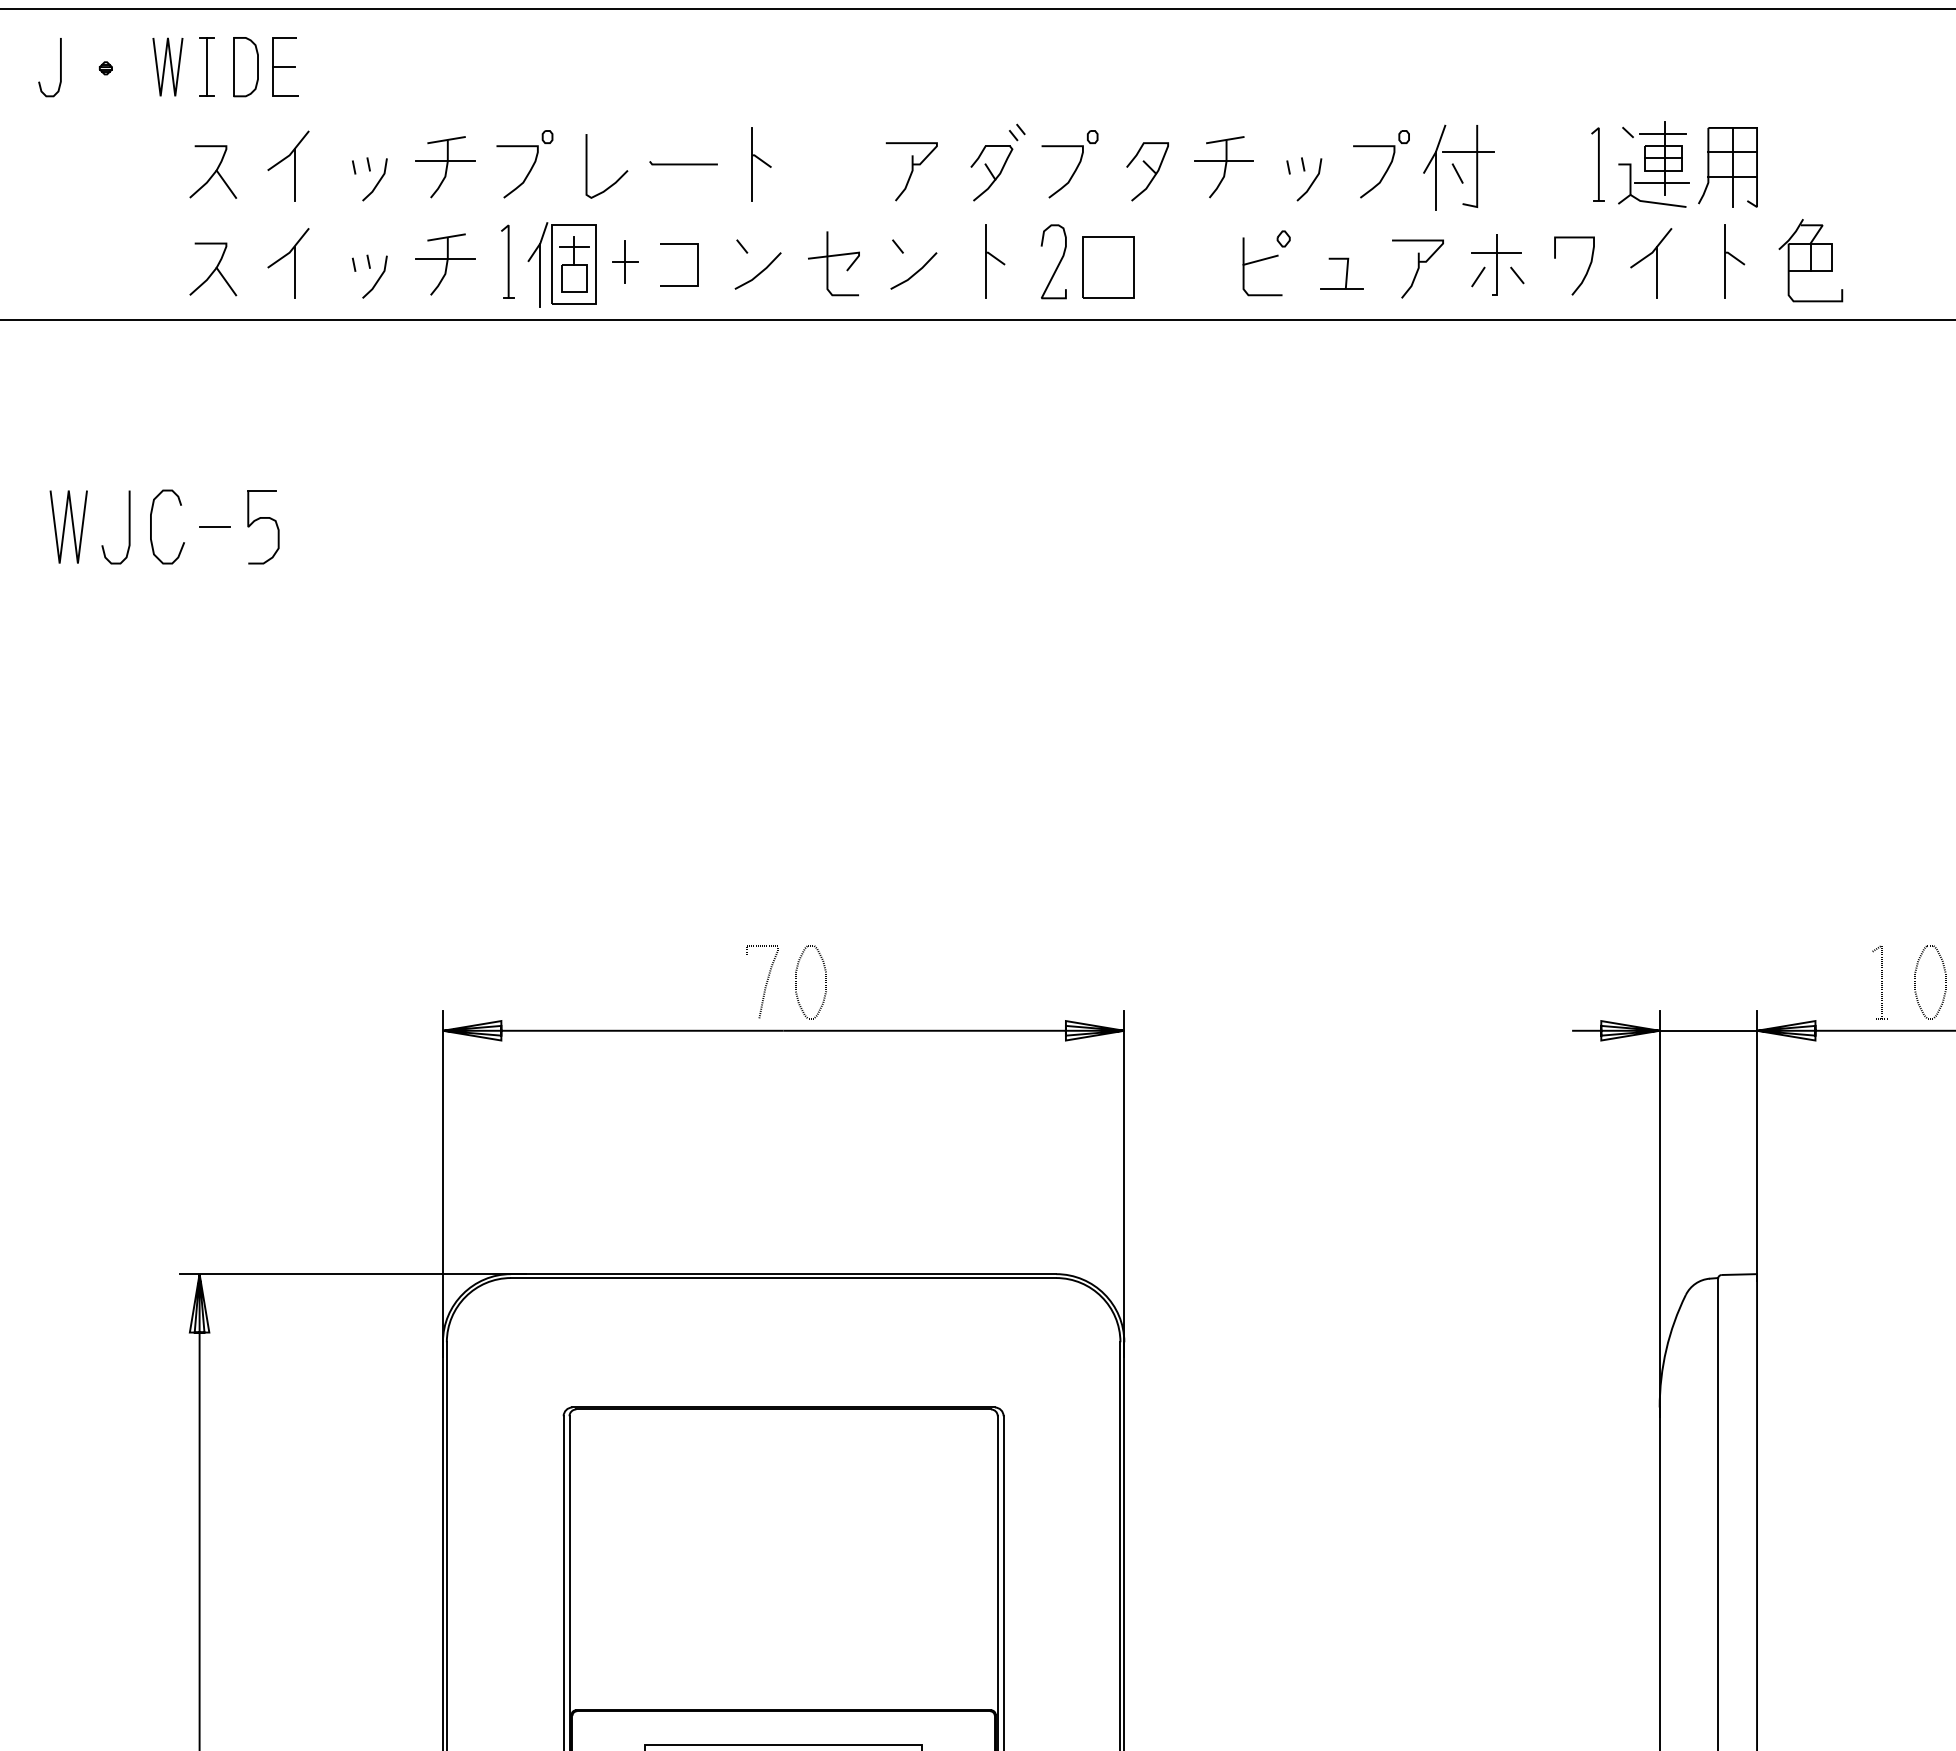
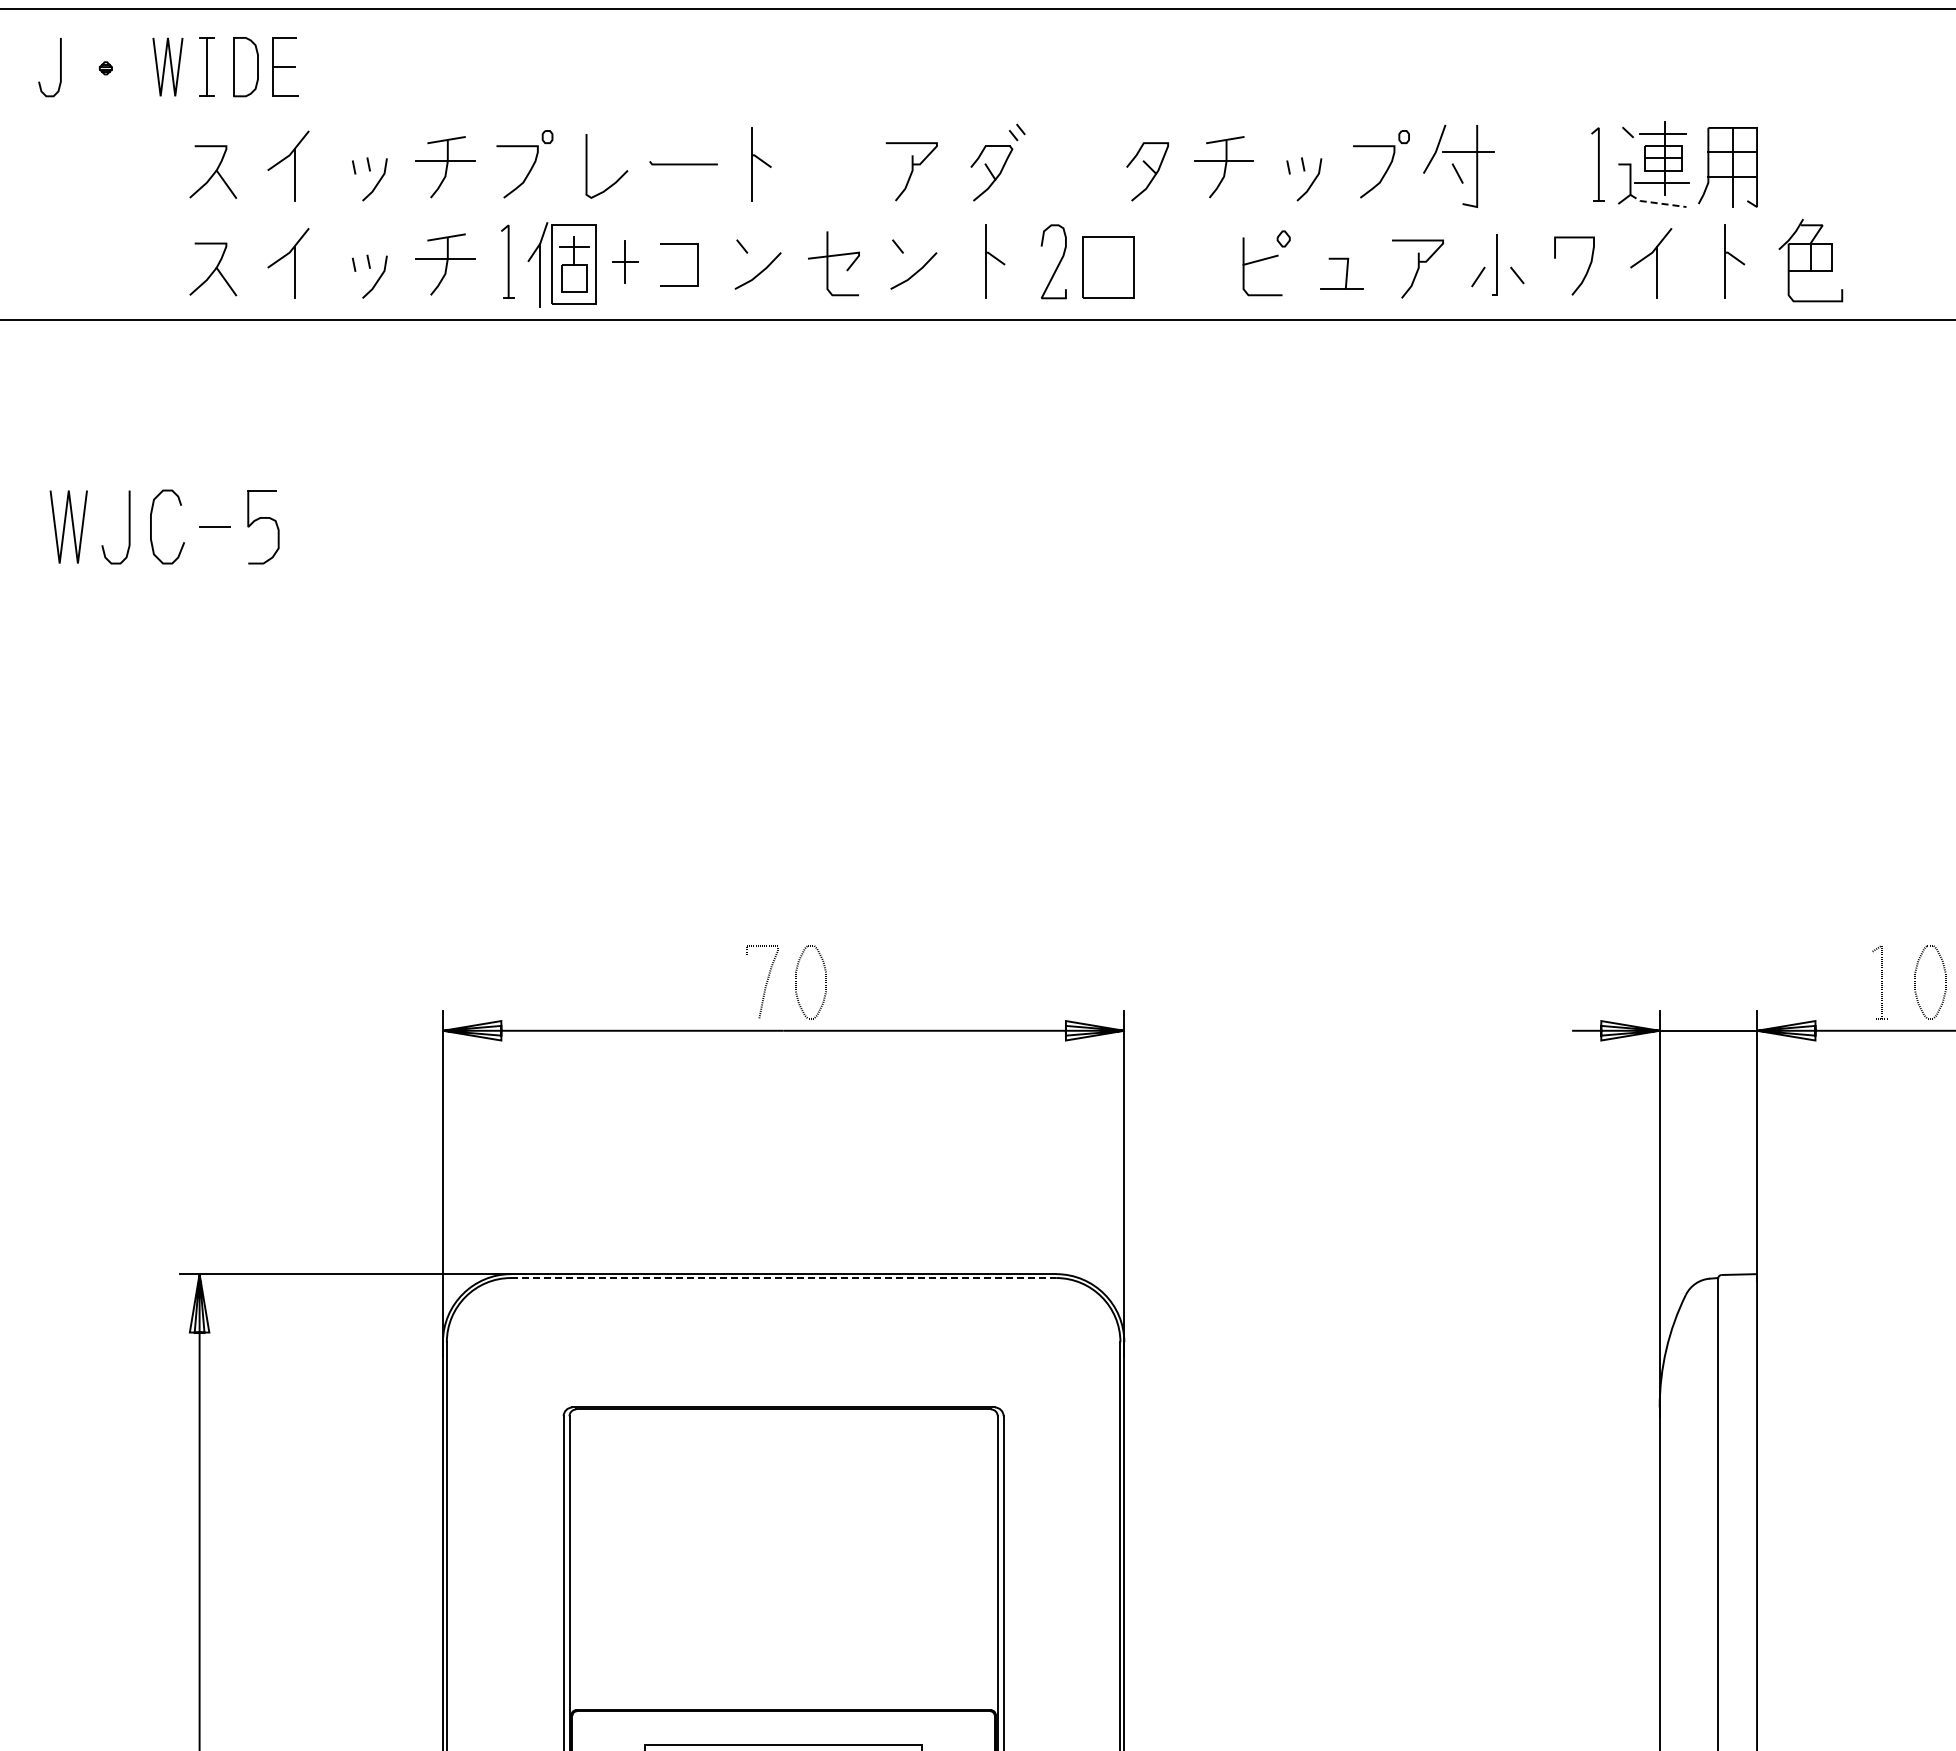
part at (1075, 168): present -> none
line at (1435, 181): present -> none
line at (1656, 203): solid -> dashed
line at (1496, 252): present -> none
line at (783, 1278): solid -> dashed
